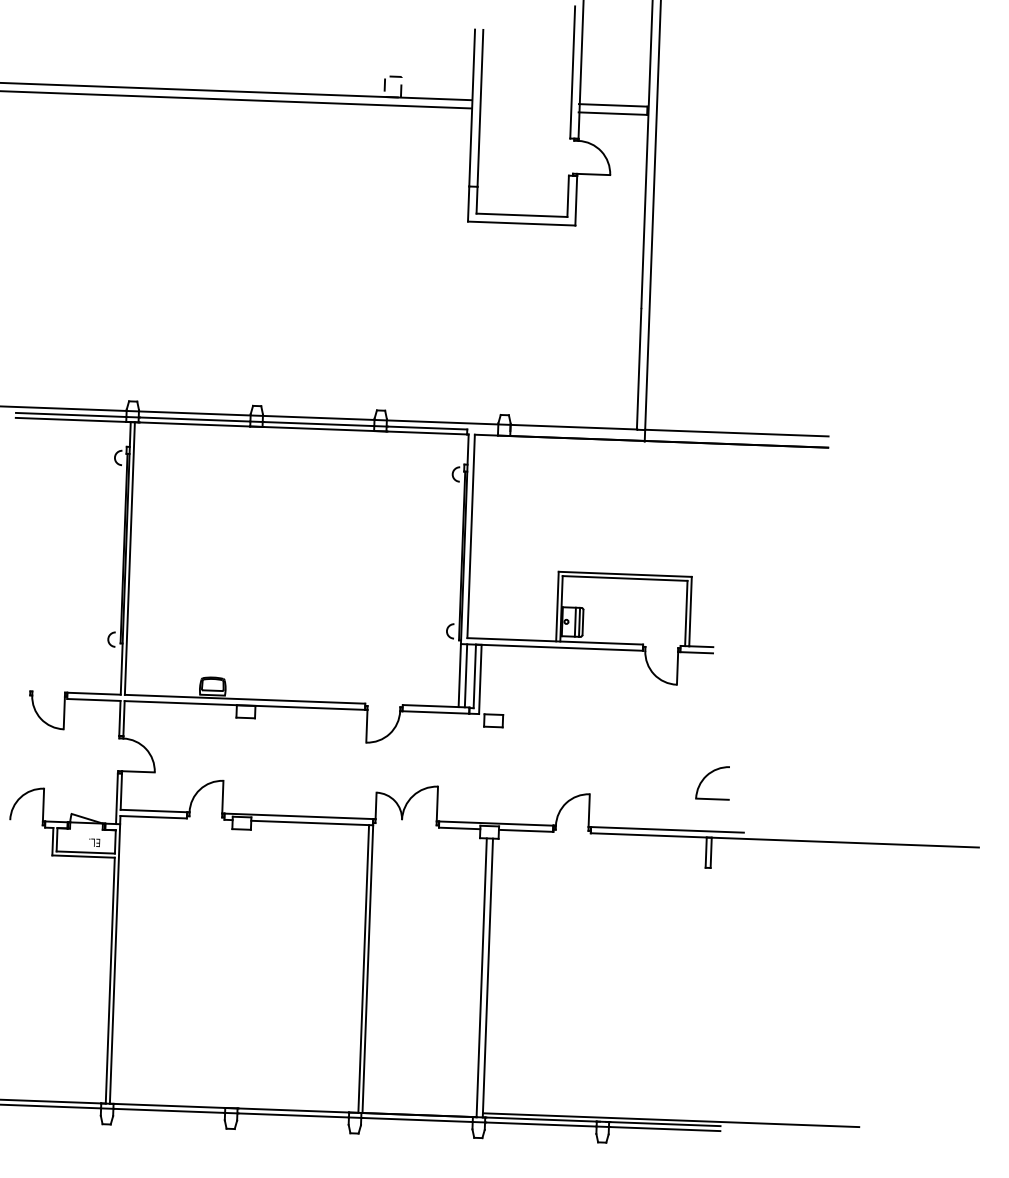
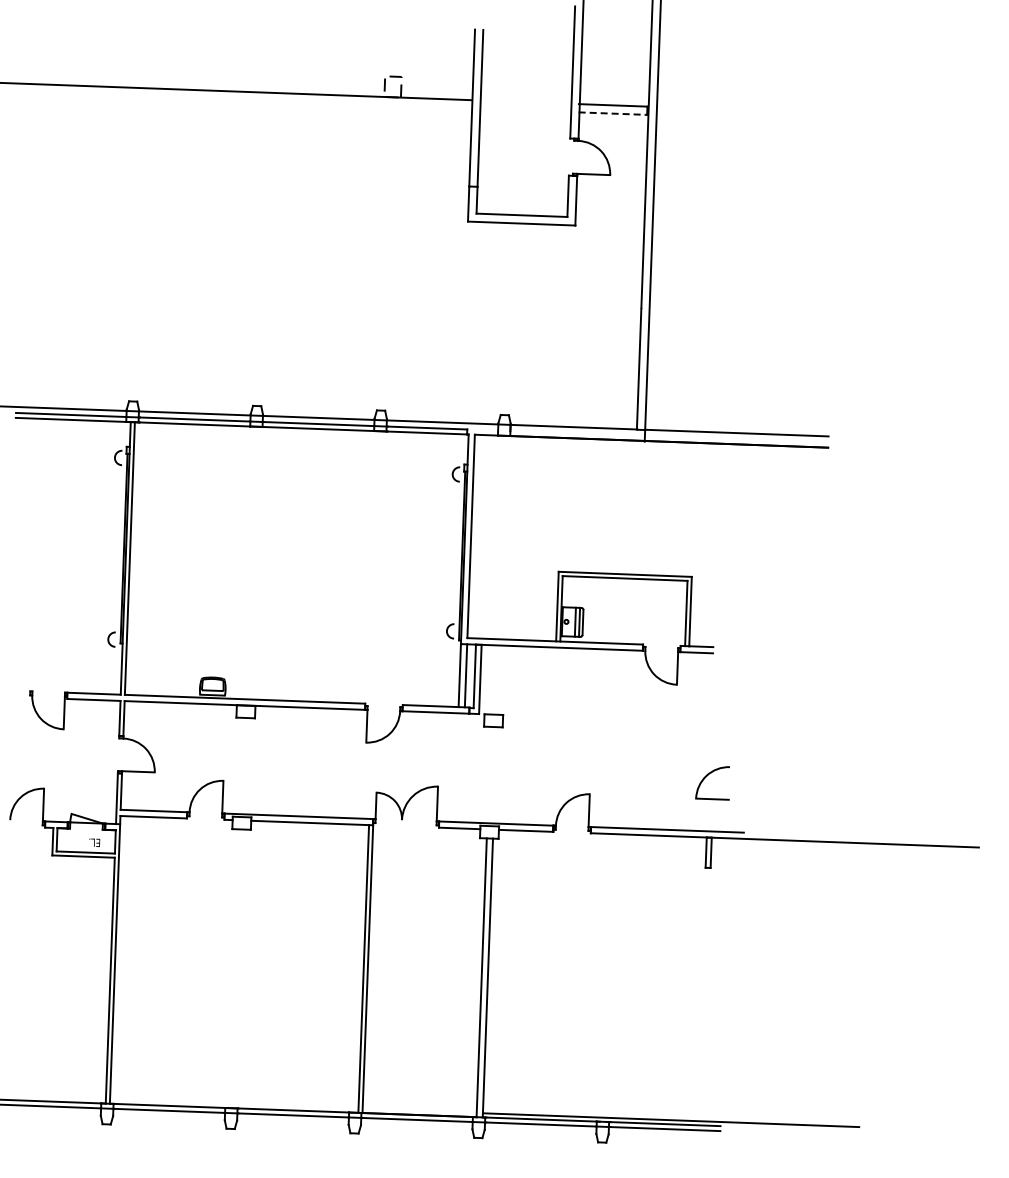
line at (236, 99): present -> none
line at (613, 113): solid -> dashed
